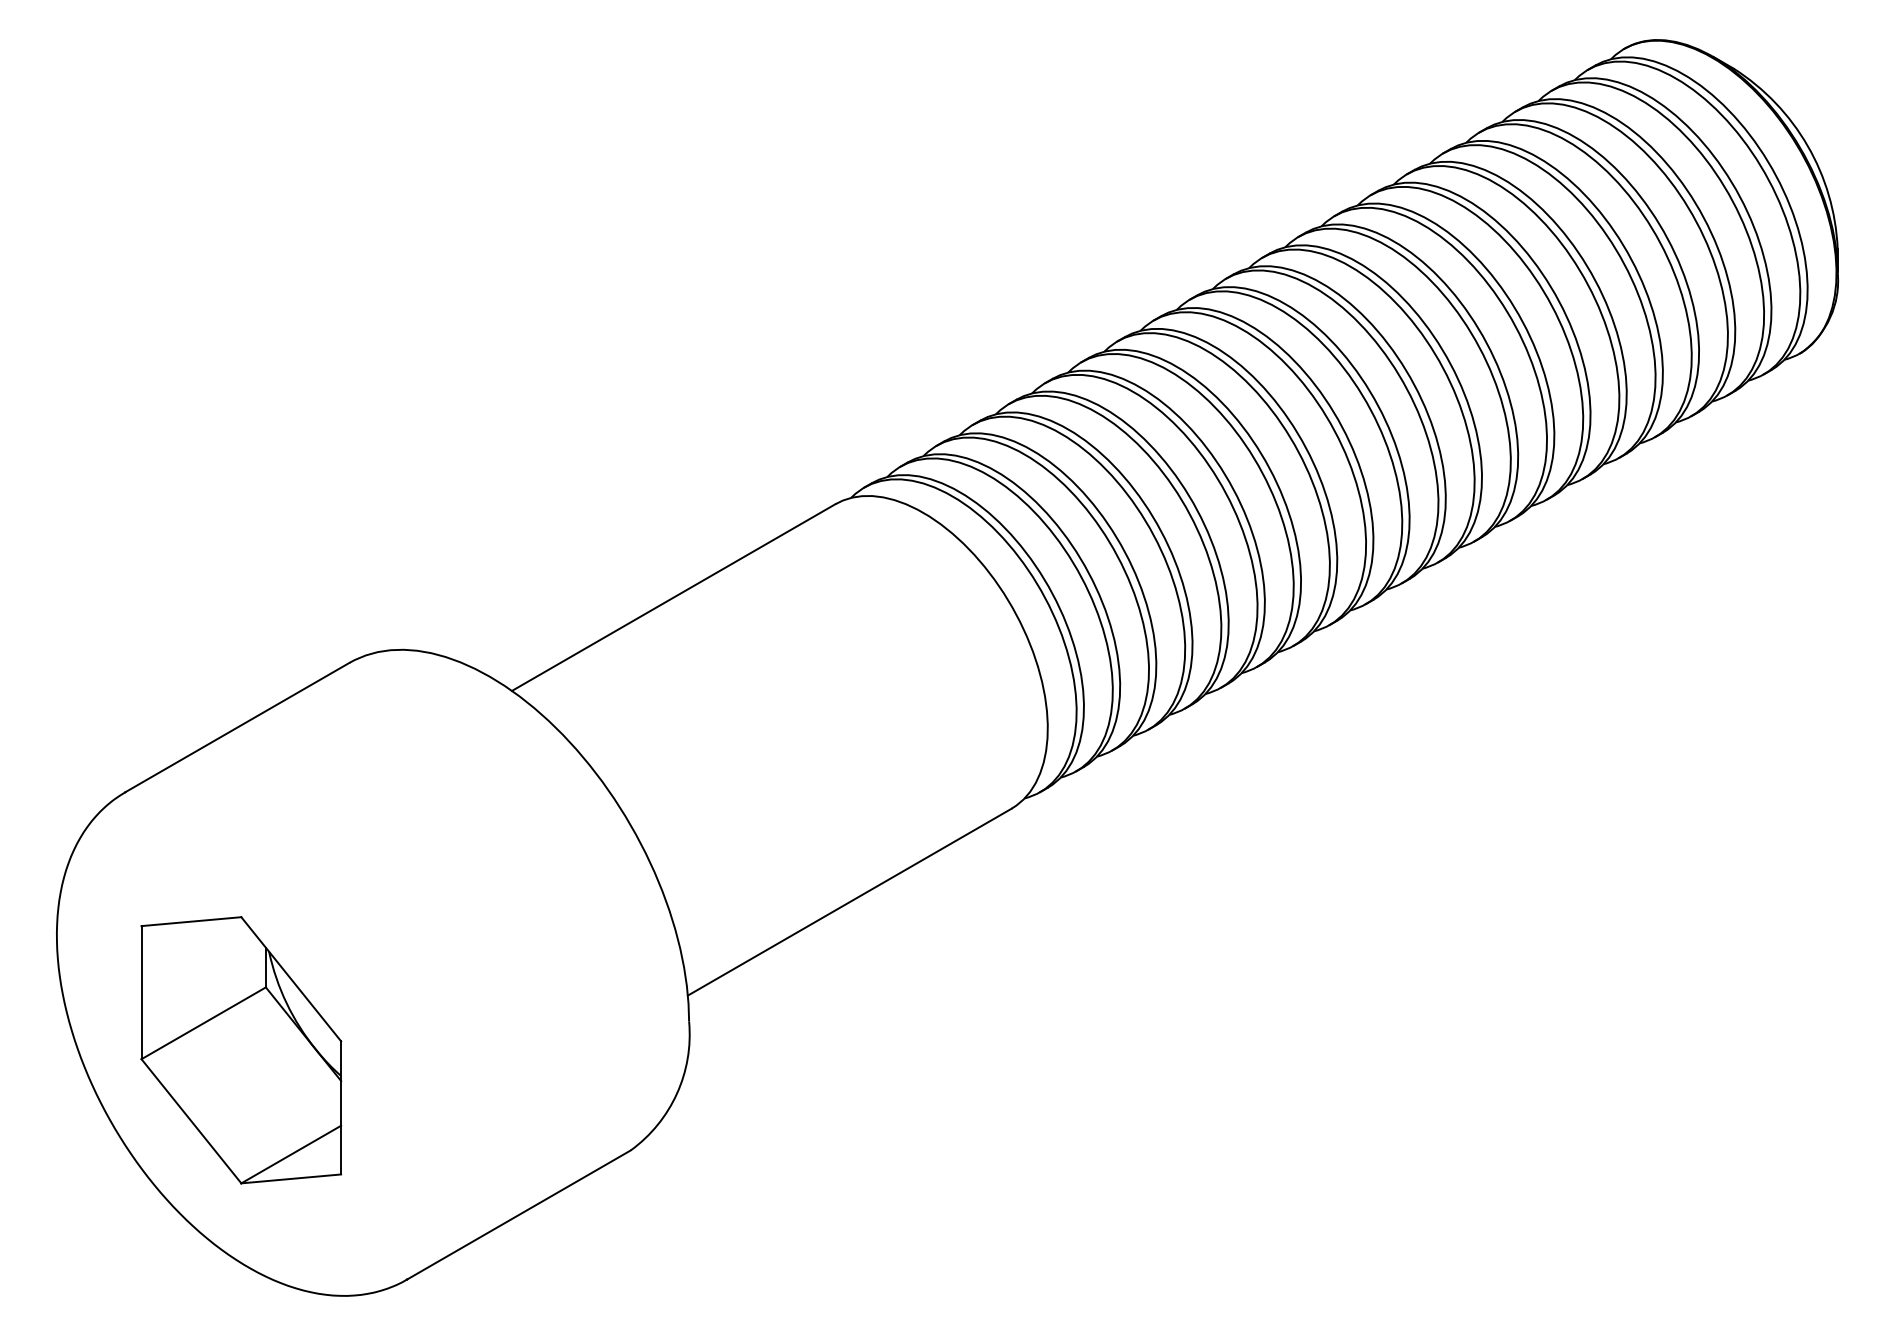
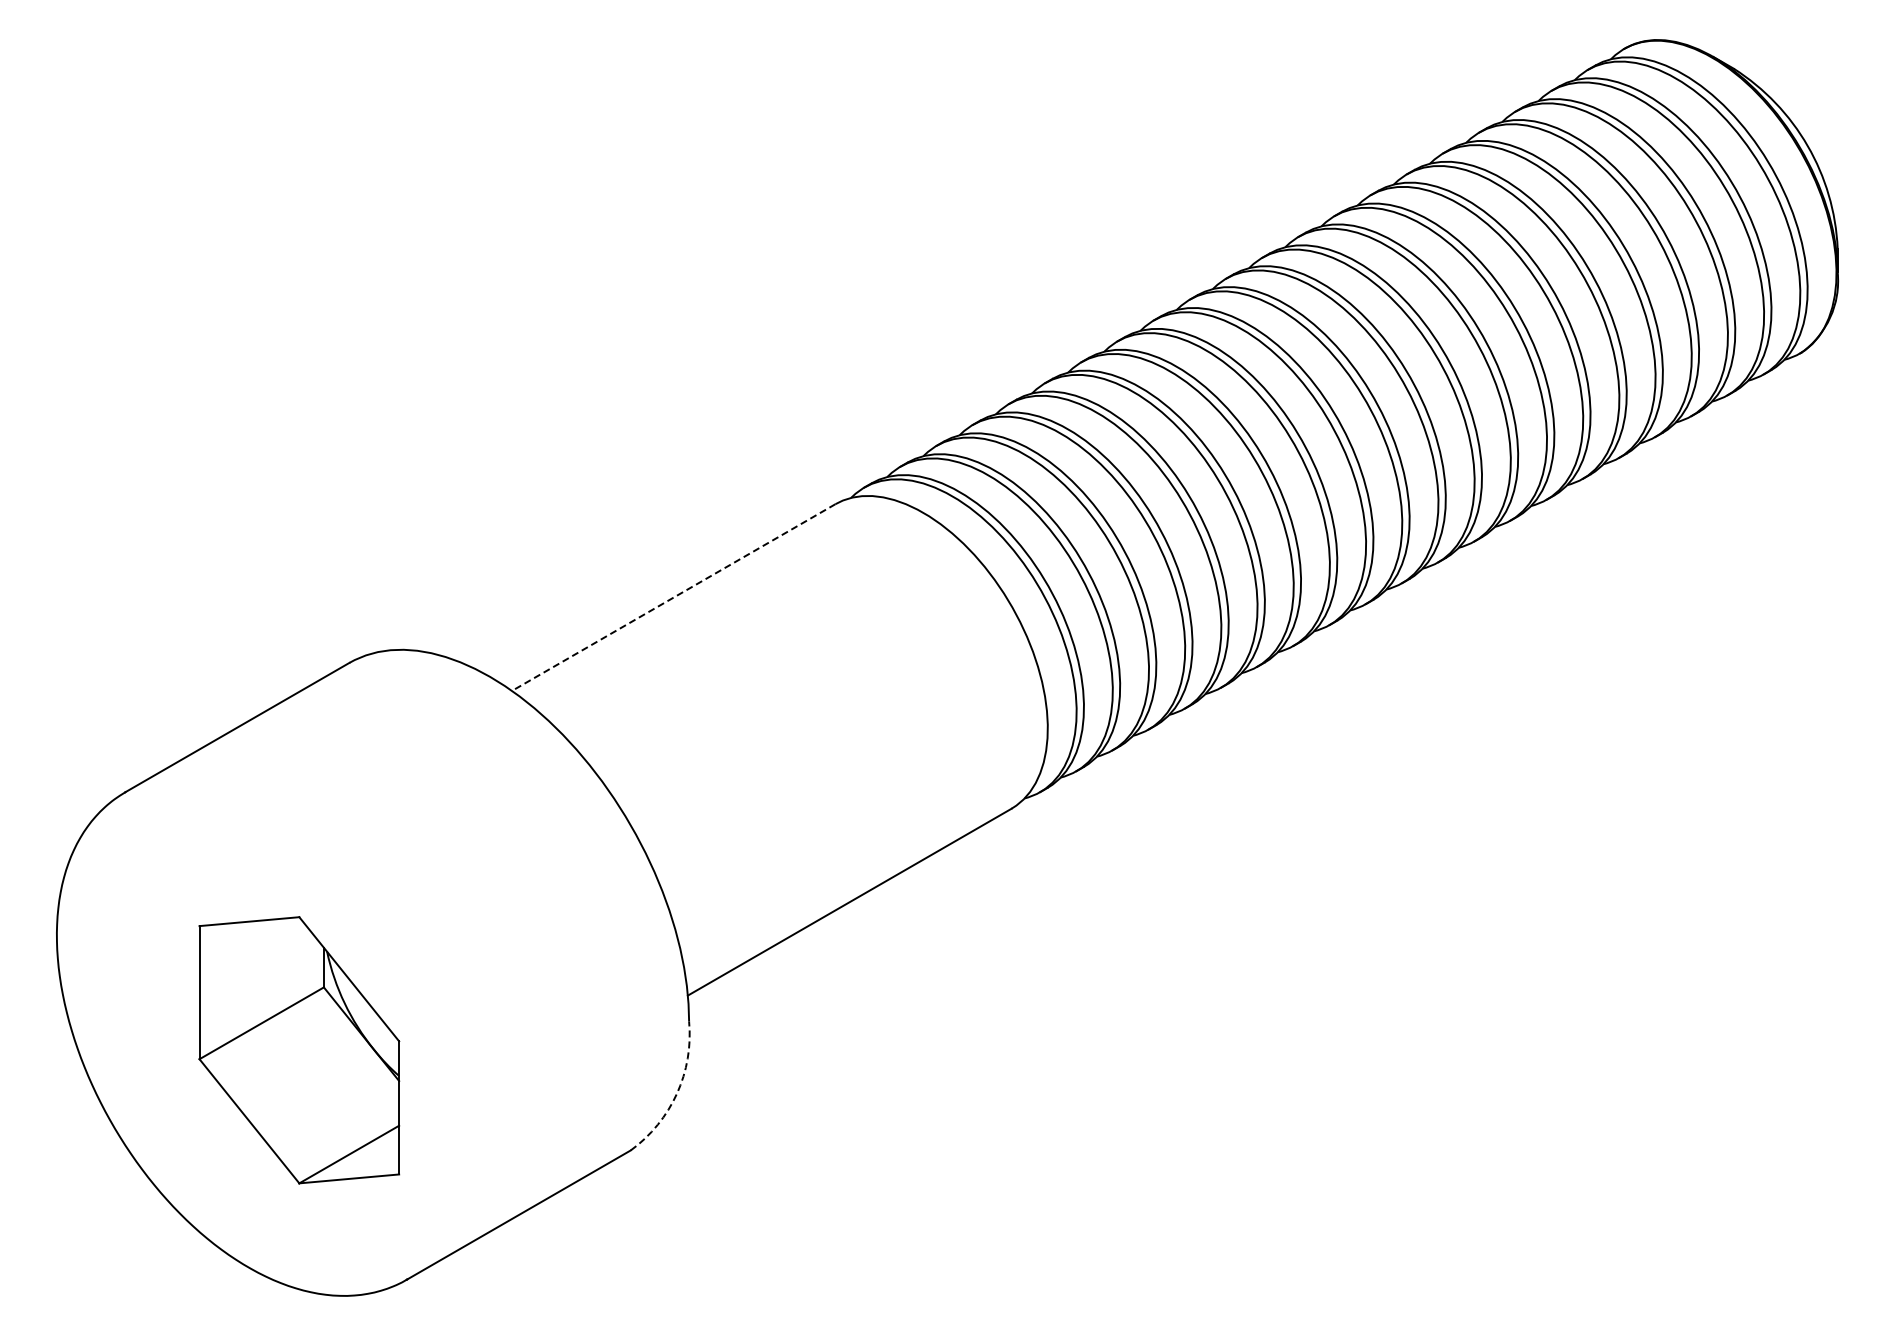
line at (673, 597): solid -> dashed
part at (241, 1050) position: (241, 1050) -> (299, 1050)
arc at (677, 1093): solid -> dashed
